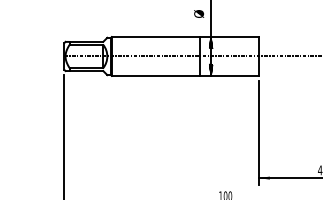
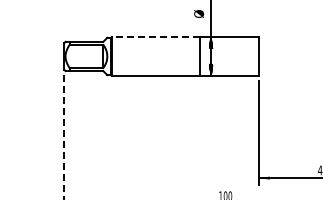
line at (155, 37): solid -> dashed
line at (191, 56): present -> none
line at (64, 137): solid -> dashed
